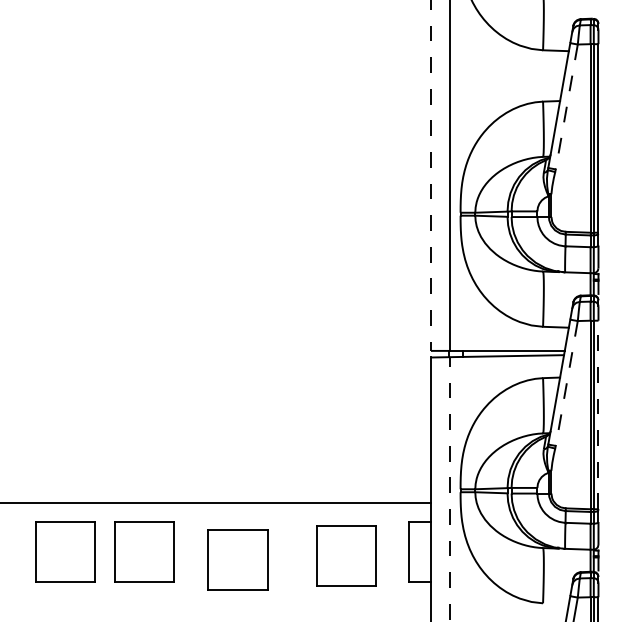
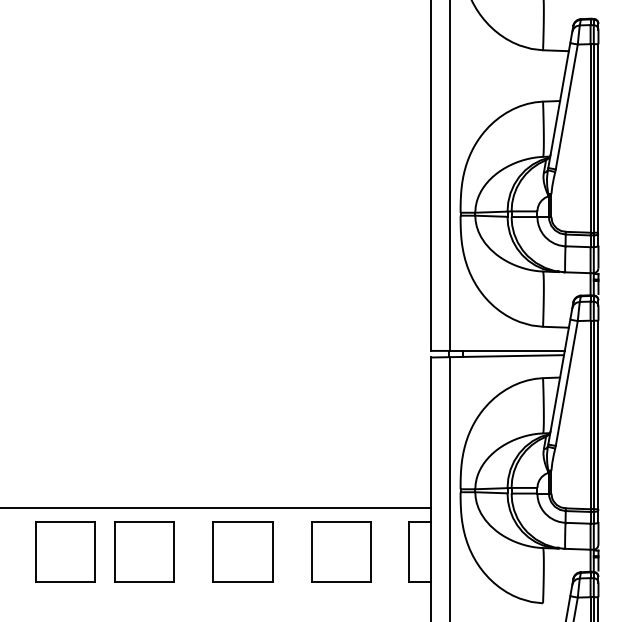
line at (566, 107): dashed -> solid
line at (430, 175): dashed -> solid
line at (566, 383): dashed -> solid
line at (598, 414): dashed -> solid
line at (450, 489): dashed -> solid
line at (216, 502) position: (216, 502) -> (216, 507)
part at (346, 555) position: (346, 555) -> (341, 551)
part at (237, 559) position: (237, 559) -> (242, 551)
